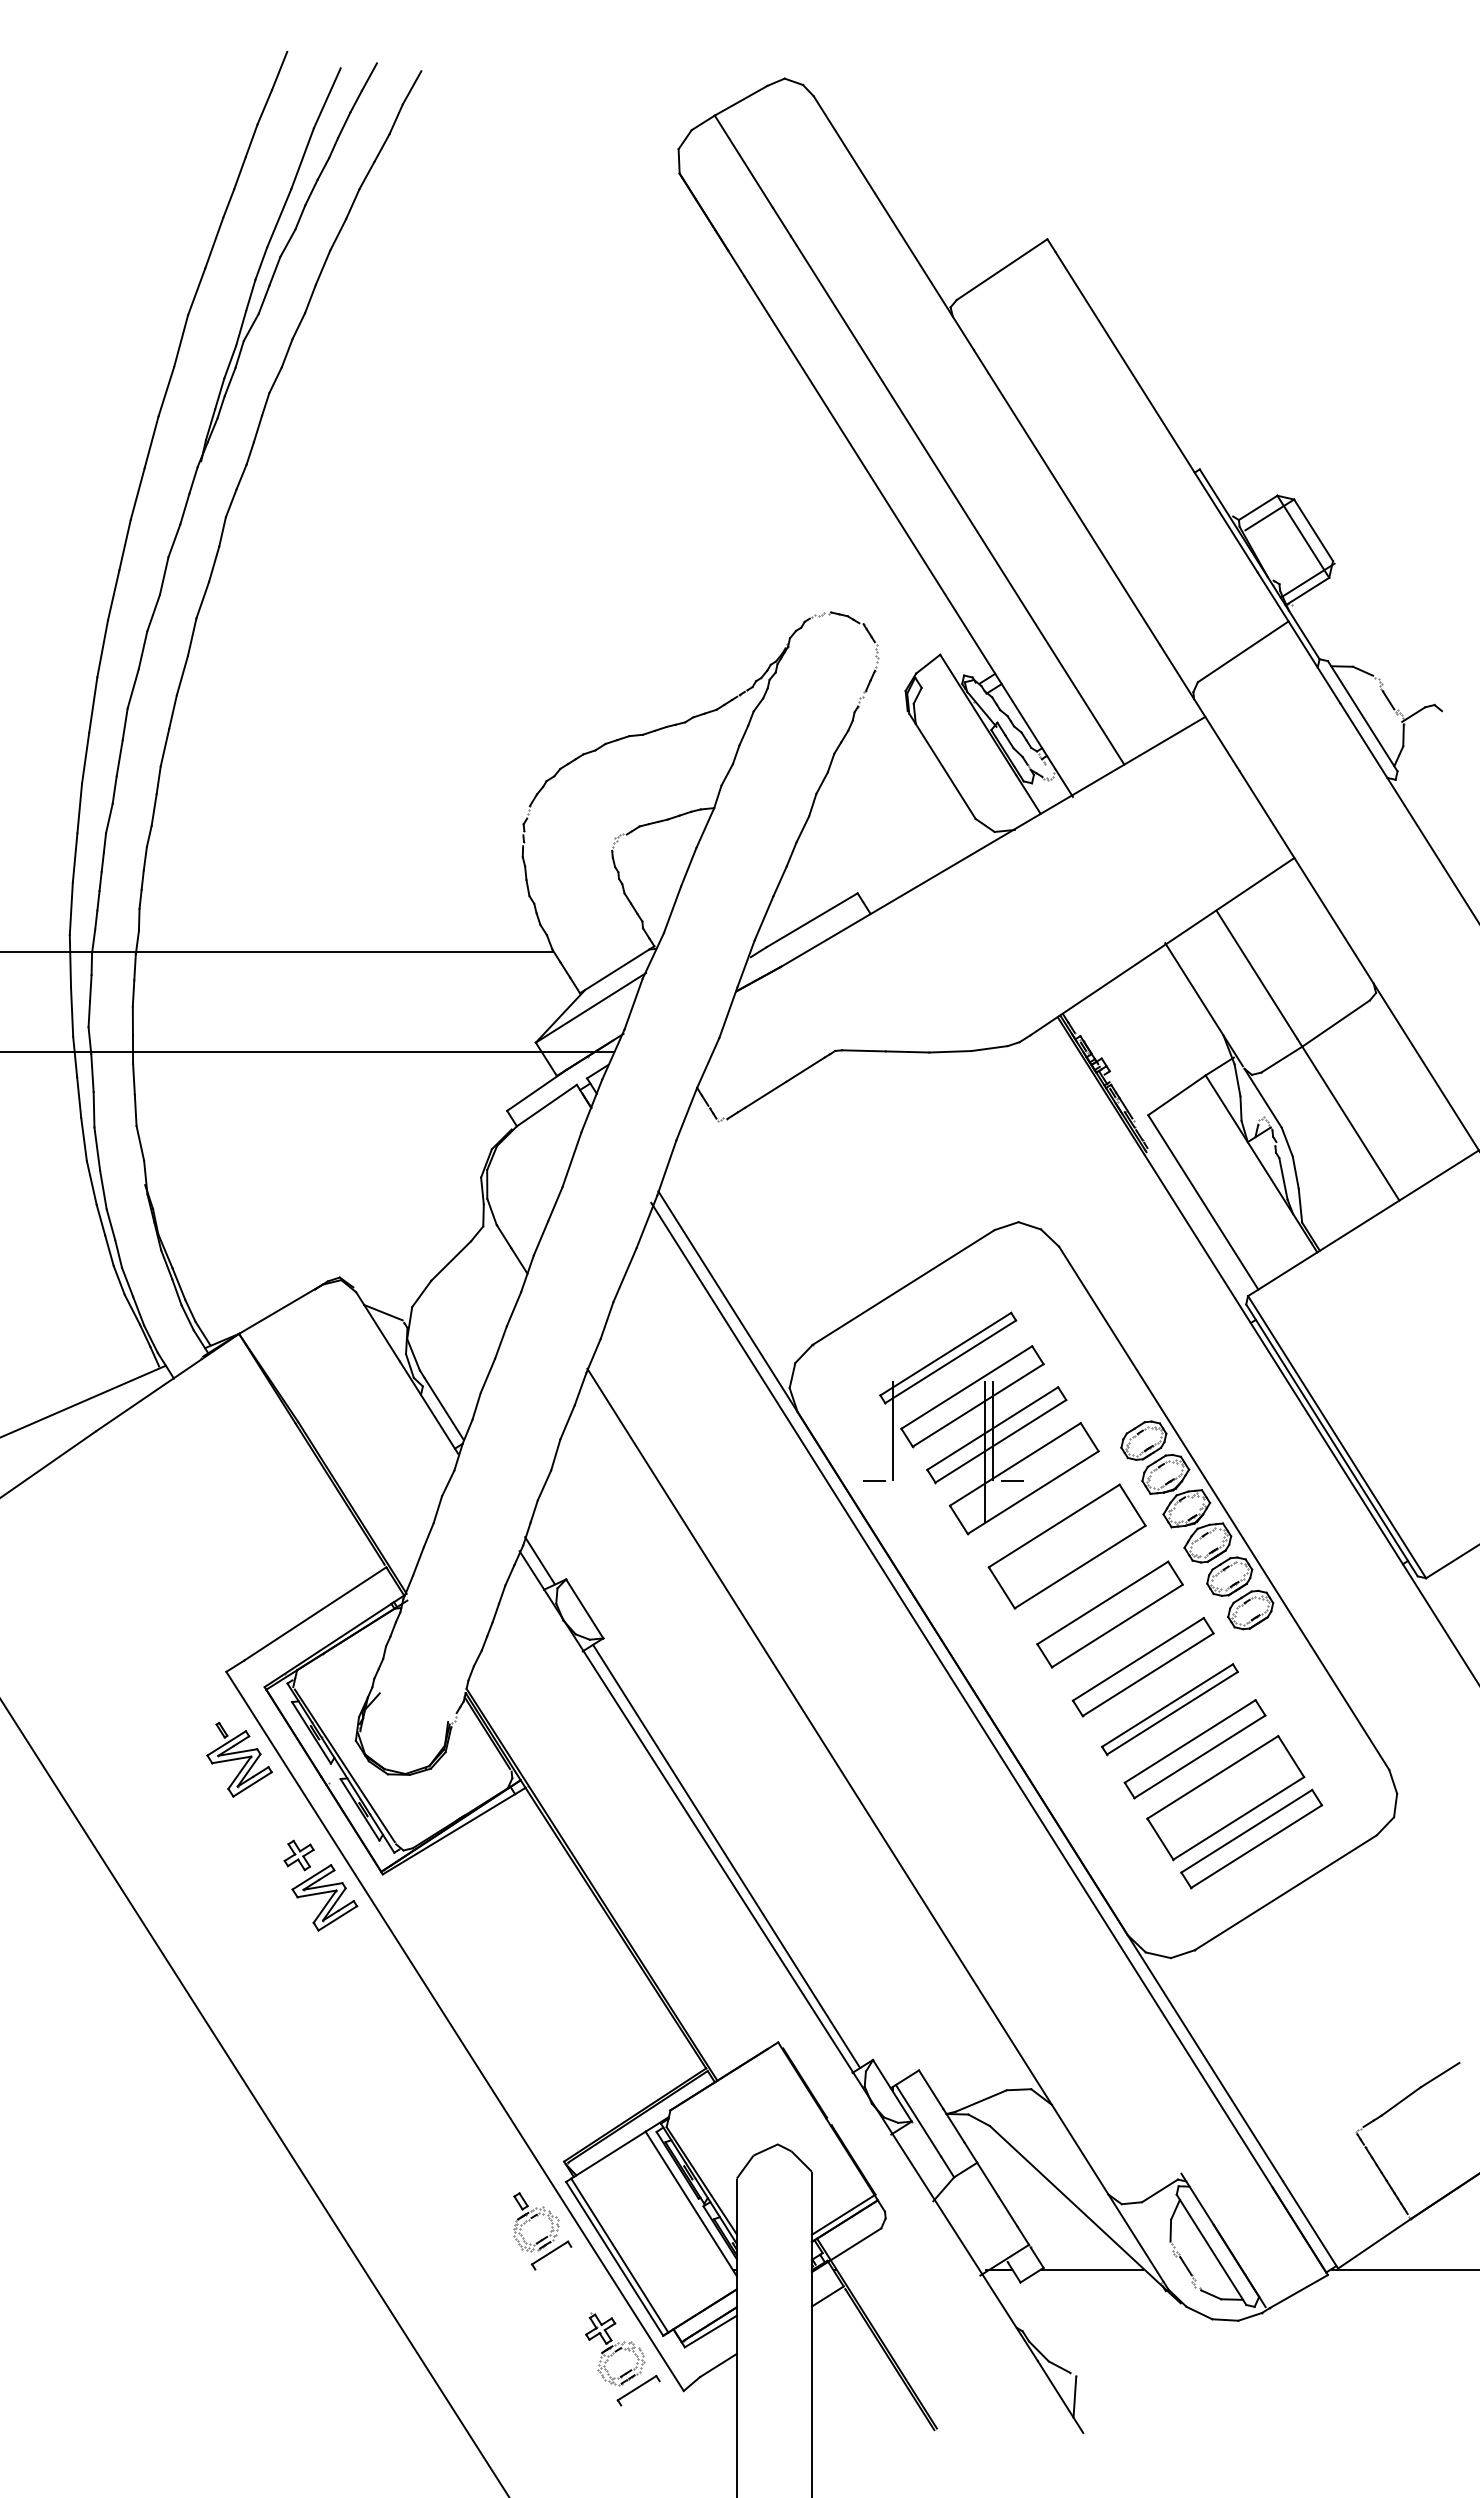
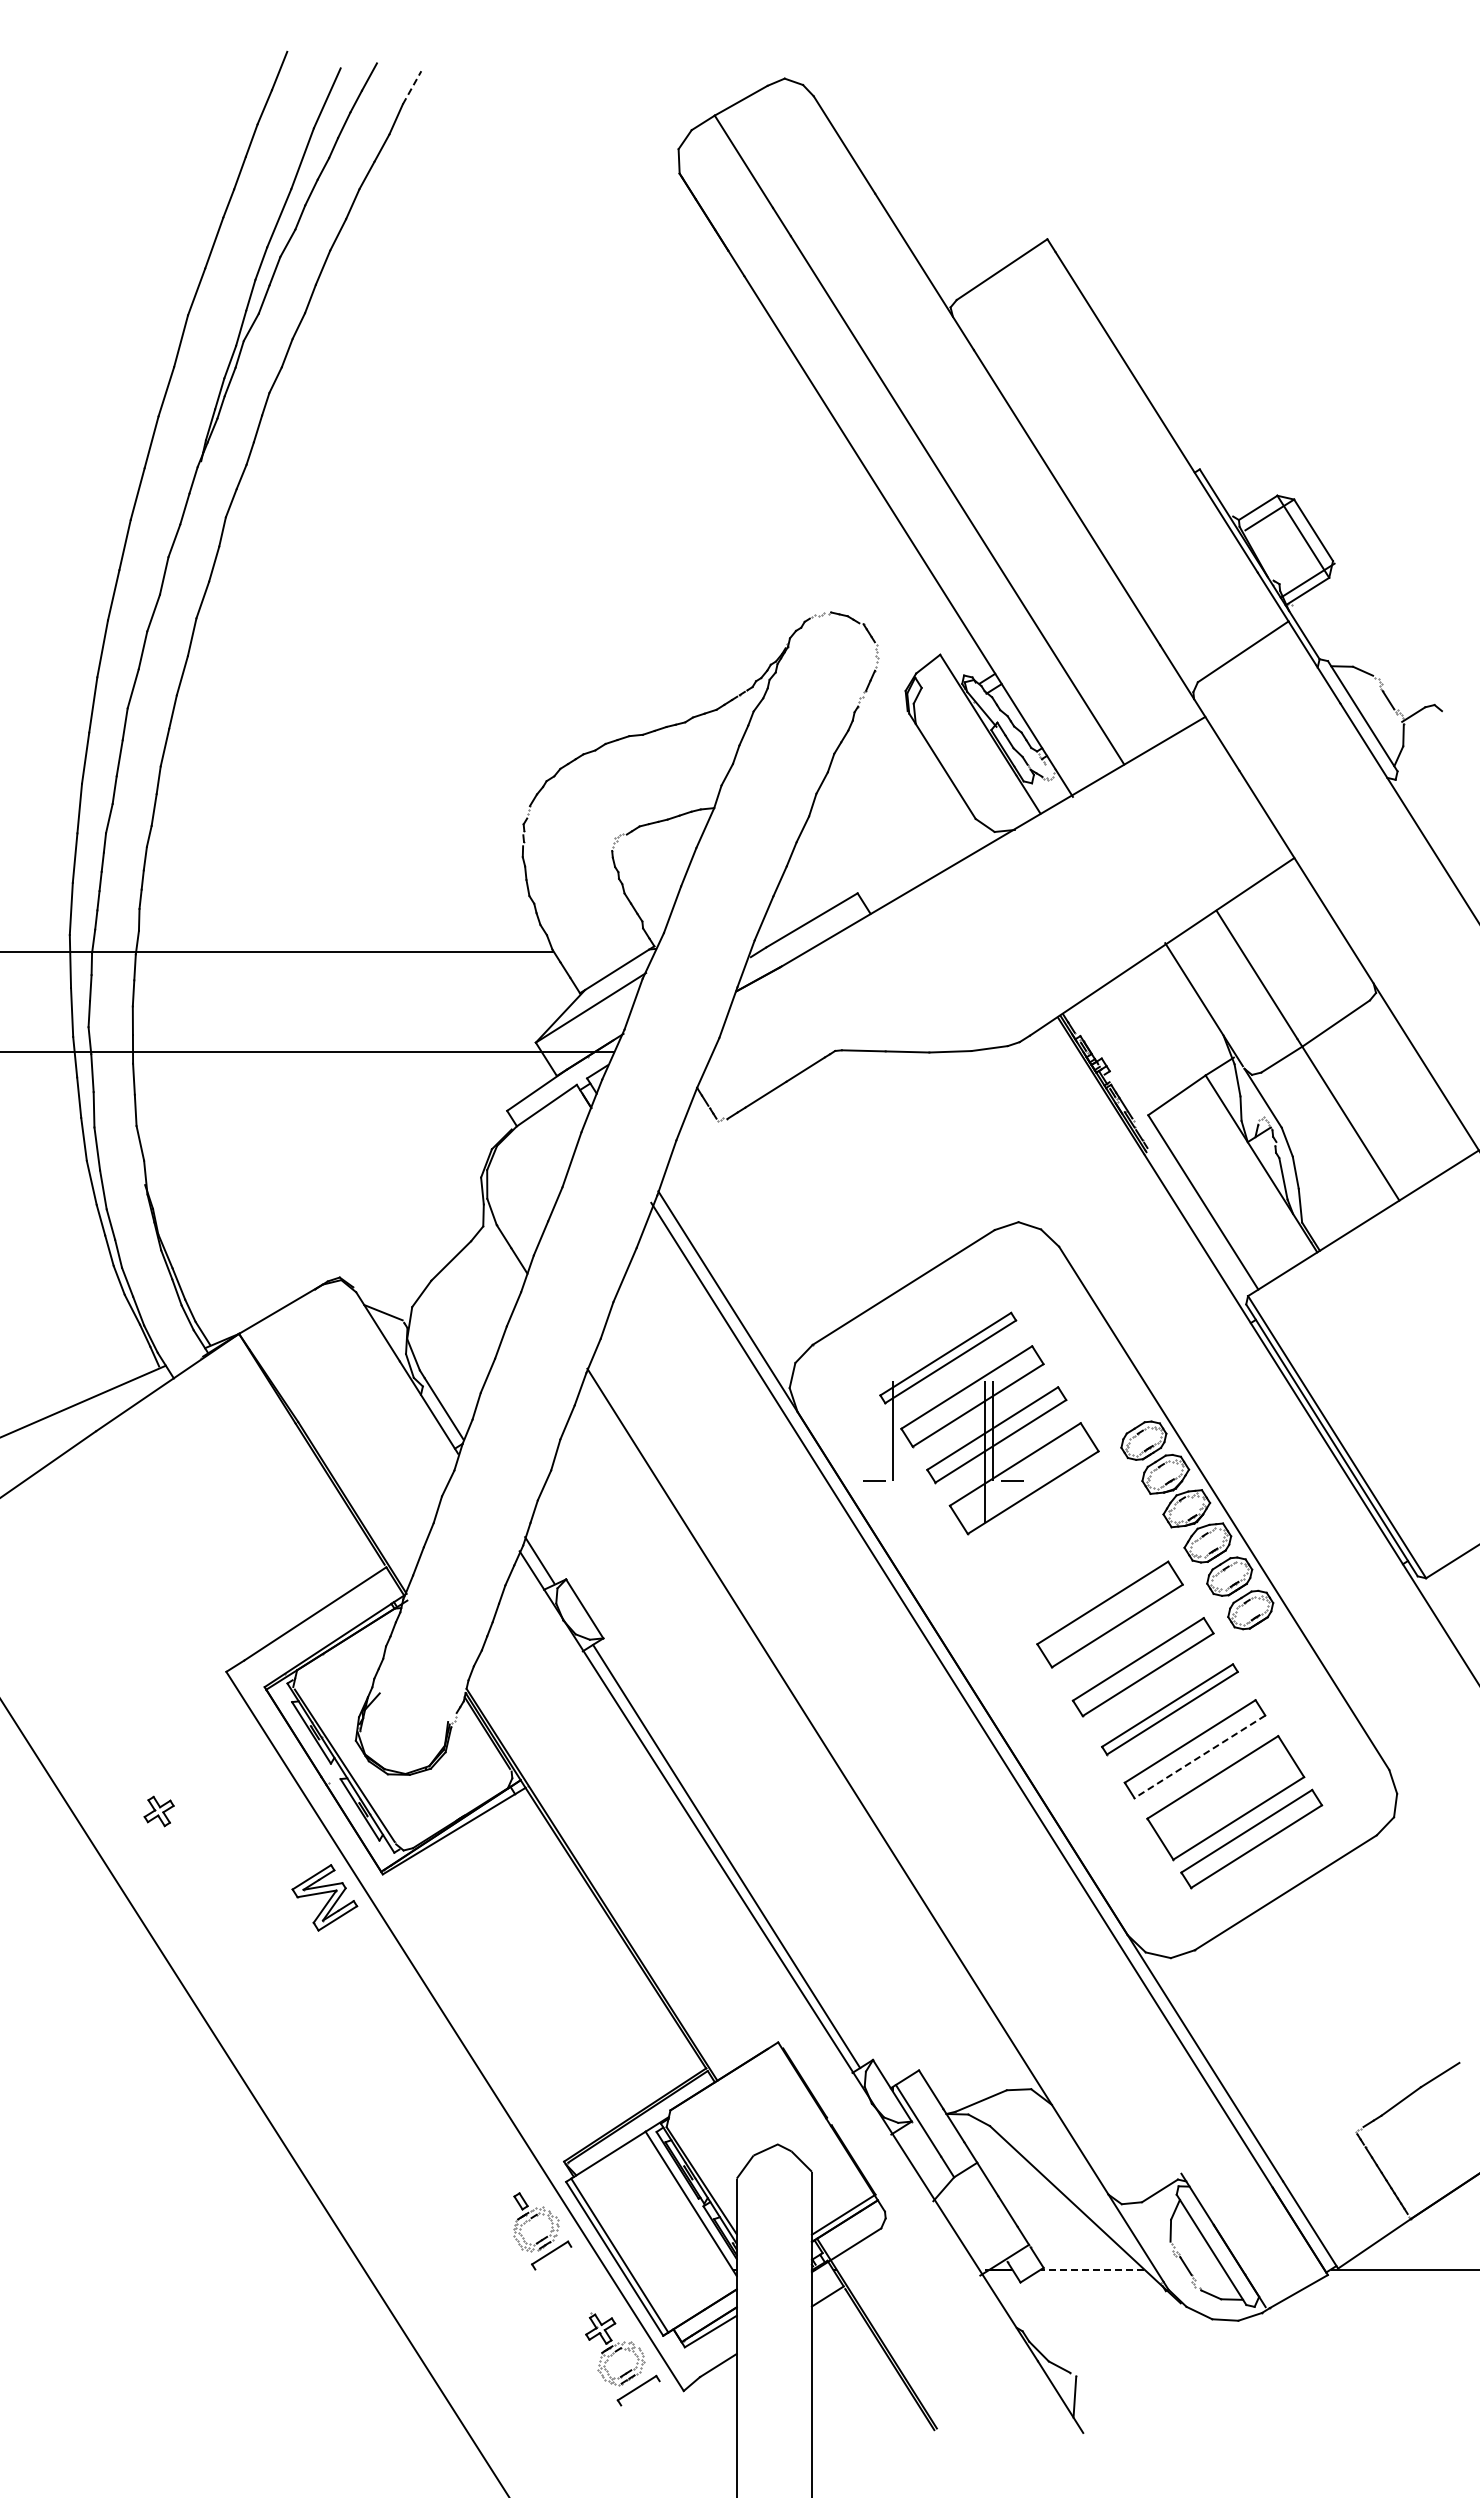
line at (412, 87): solid -> dashed
part at (1066, 1546): present -> none
line at (1199, 1757): solid -> dashed
part at (239, 1759): present -> none
part at (298, 1855) position: (298, 1855) -> (158, 1811)
line at (1092, 2269): solid -> dashed
